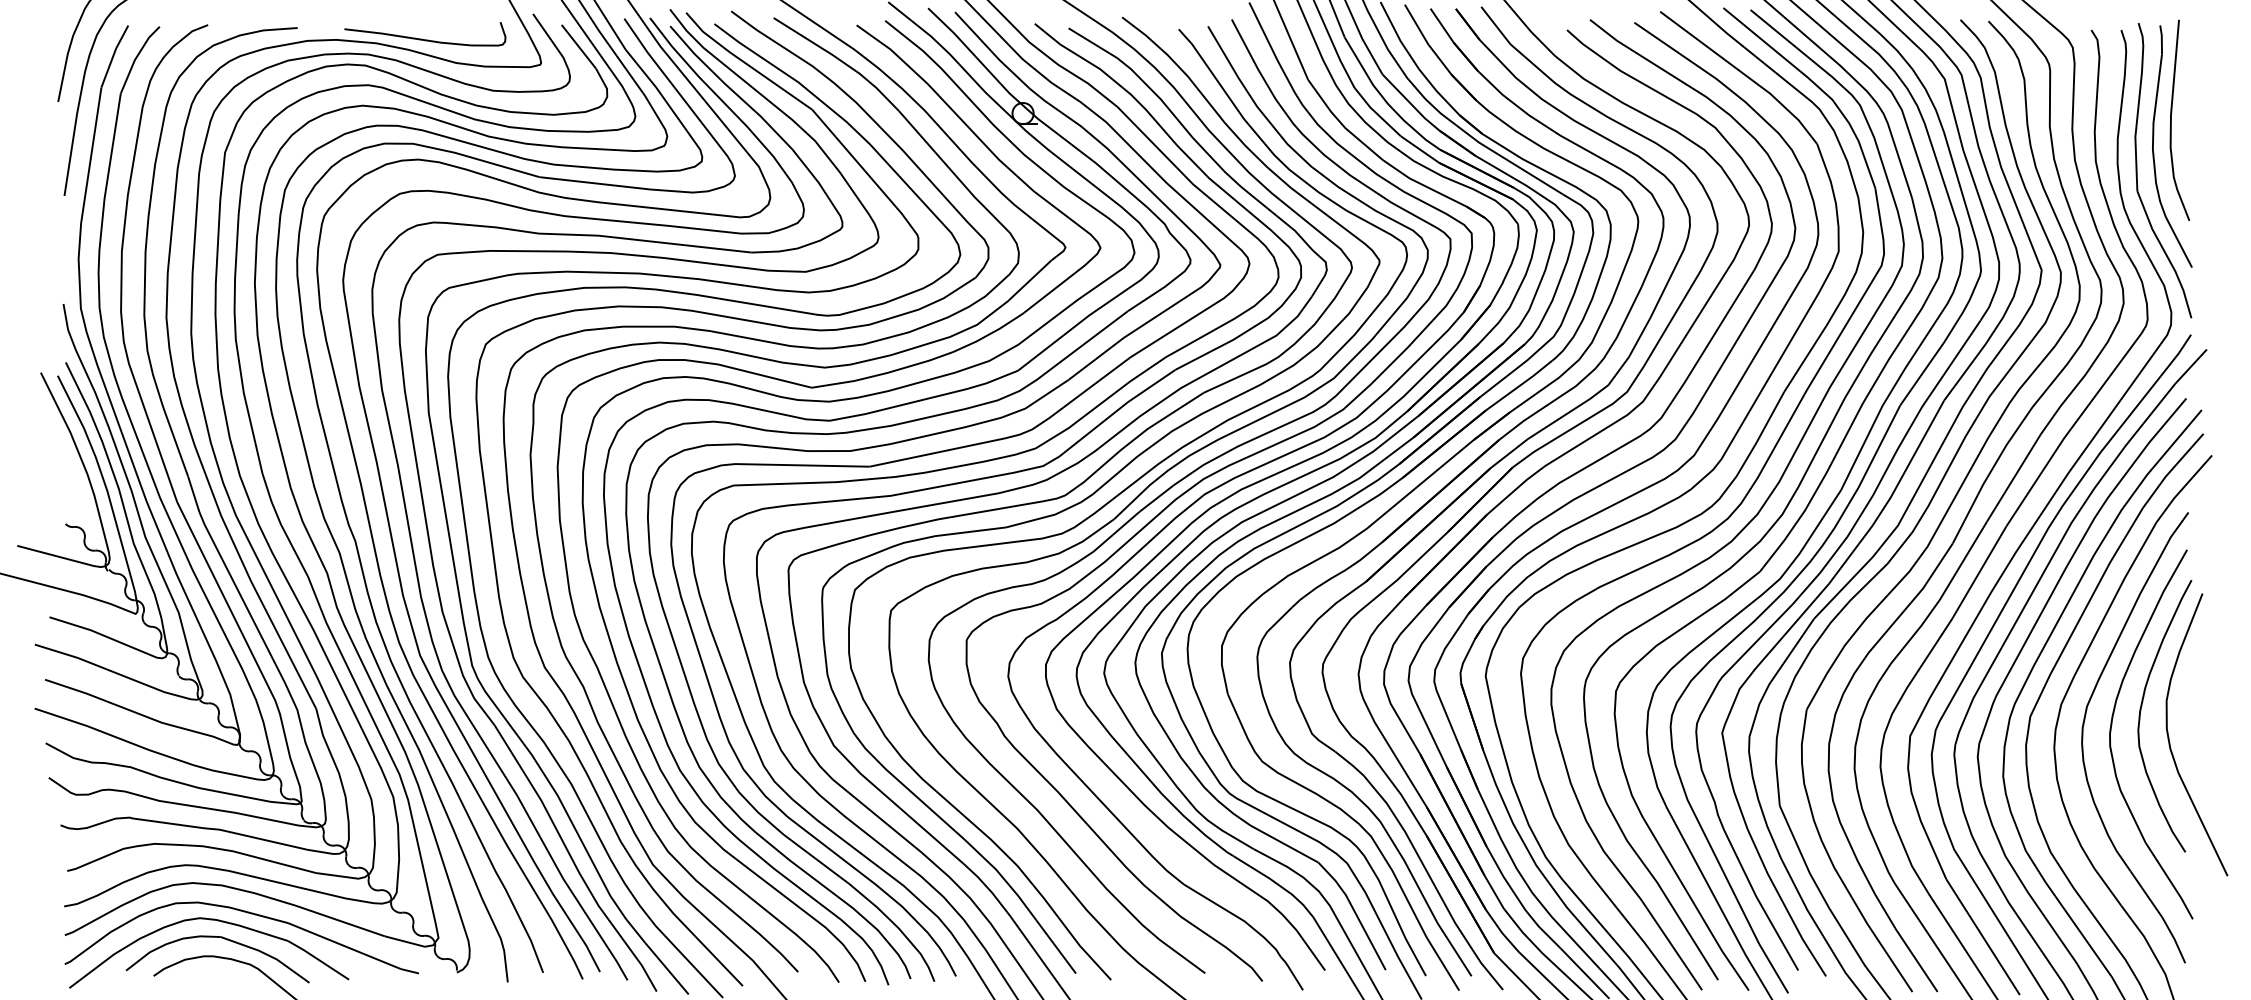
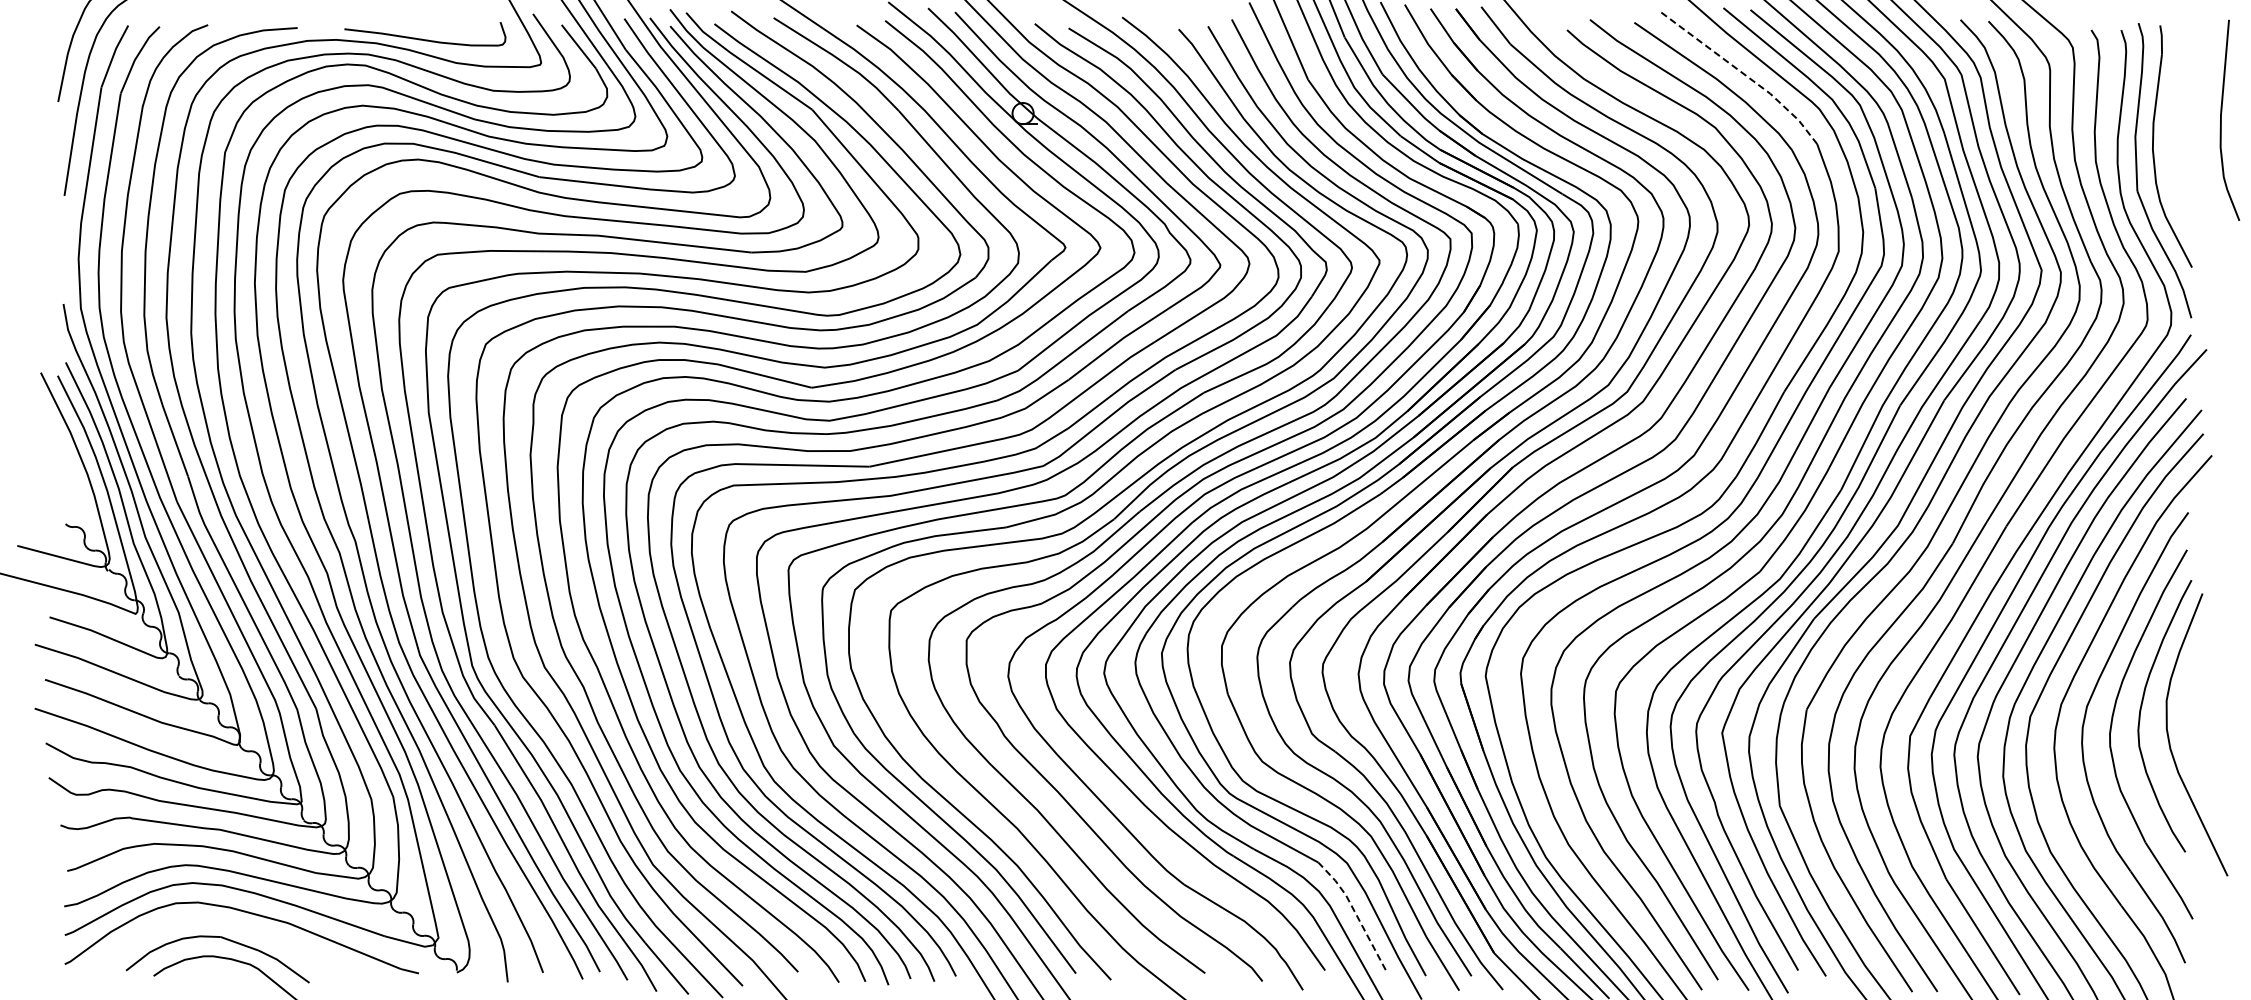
line at (1743, 74): solid -> dashed
curve at (2171, 119) position: (2171, 119) -> (2221, 119)
line at (1355, 912): solid -> dashed
part at (209, 920): present -> none
